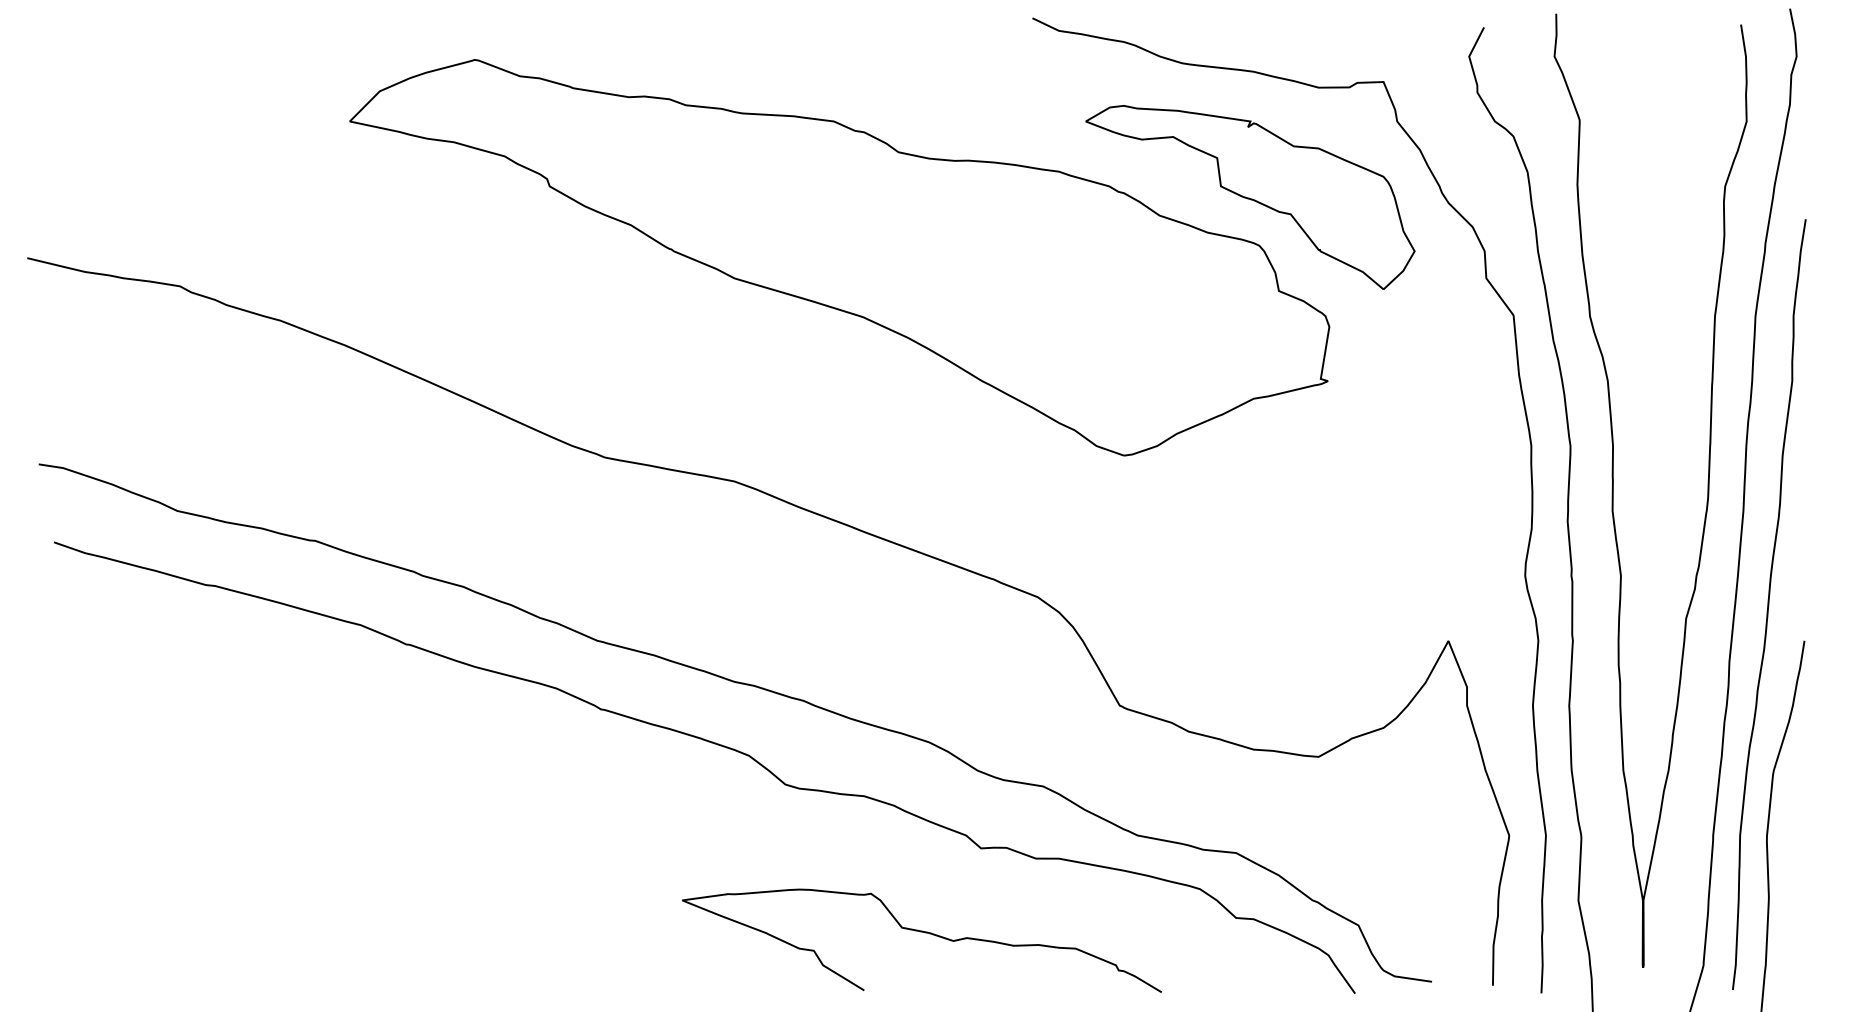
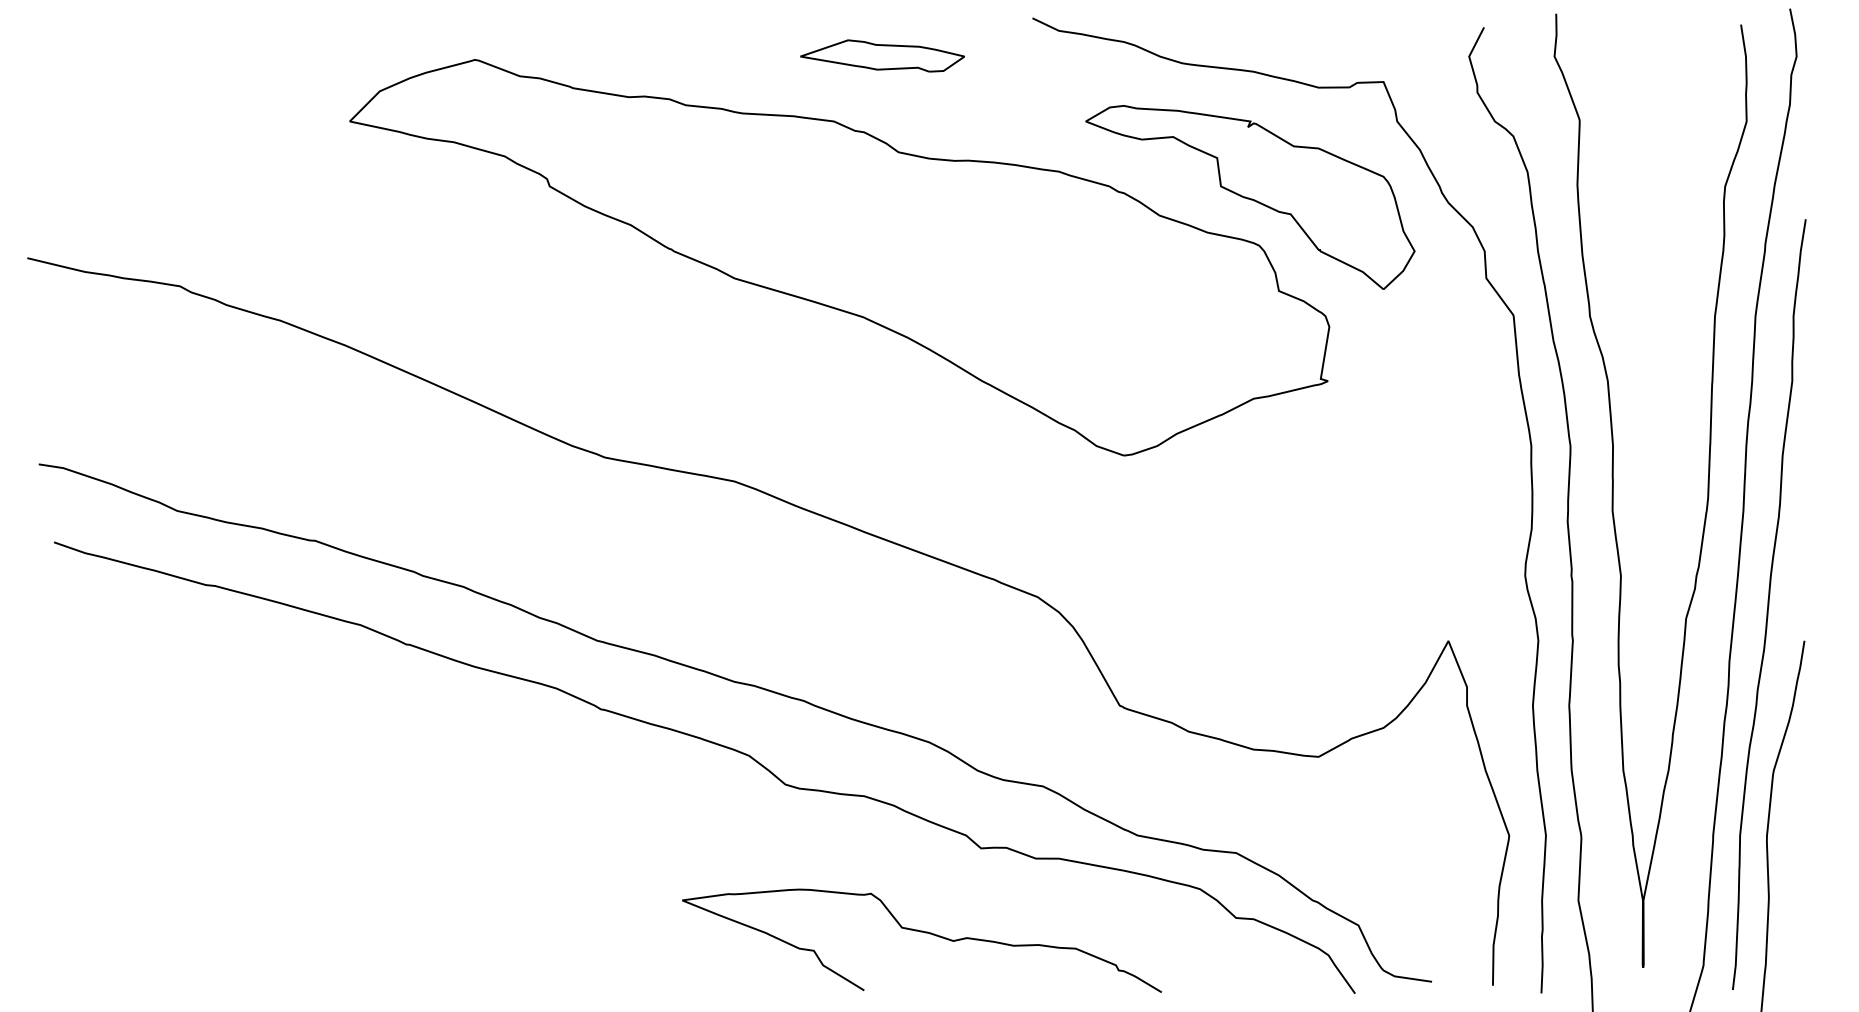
part at (882, 55): none -> present
